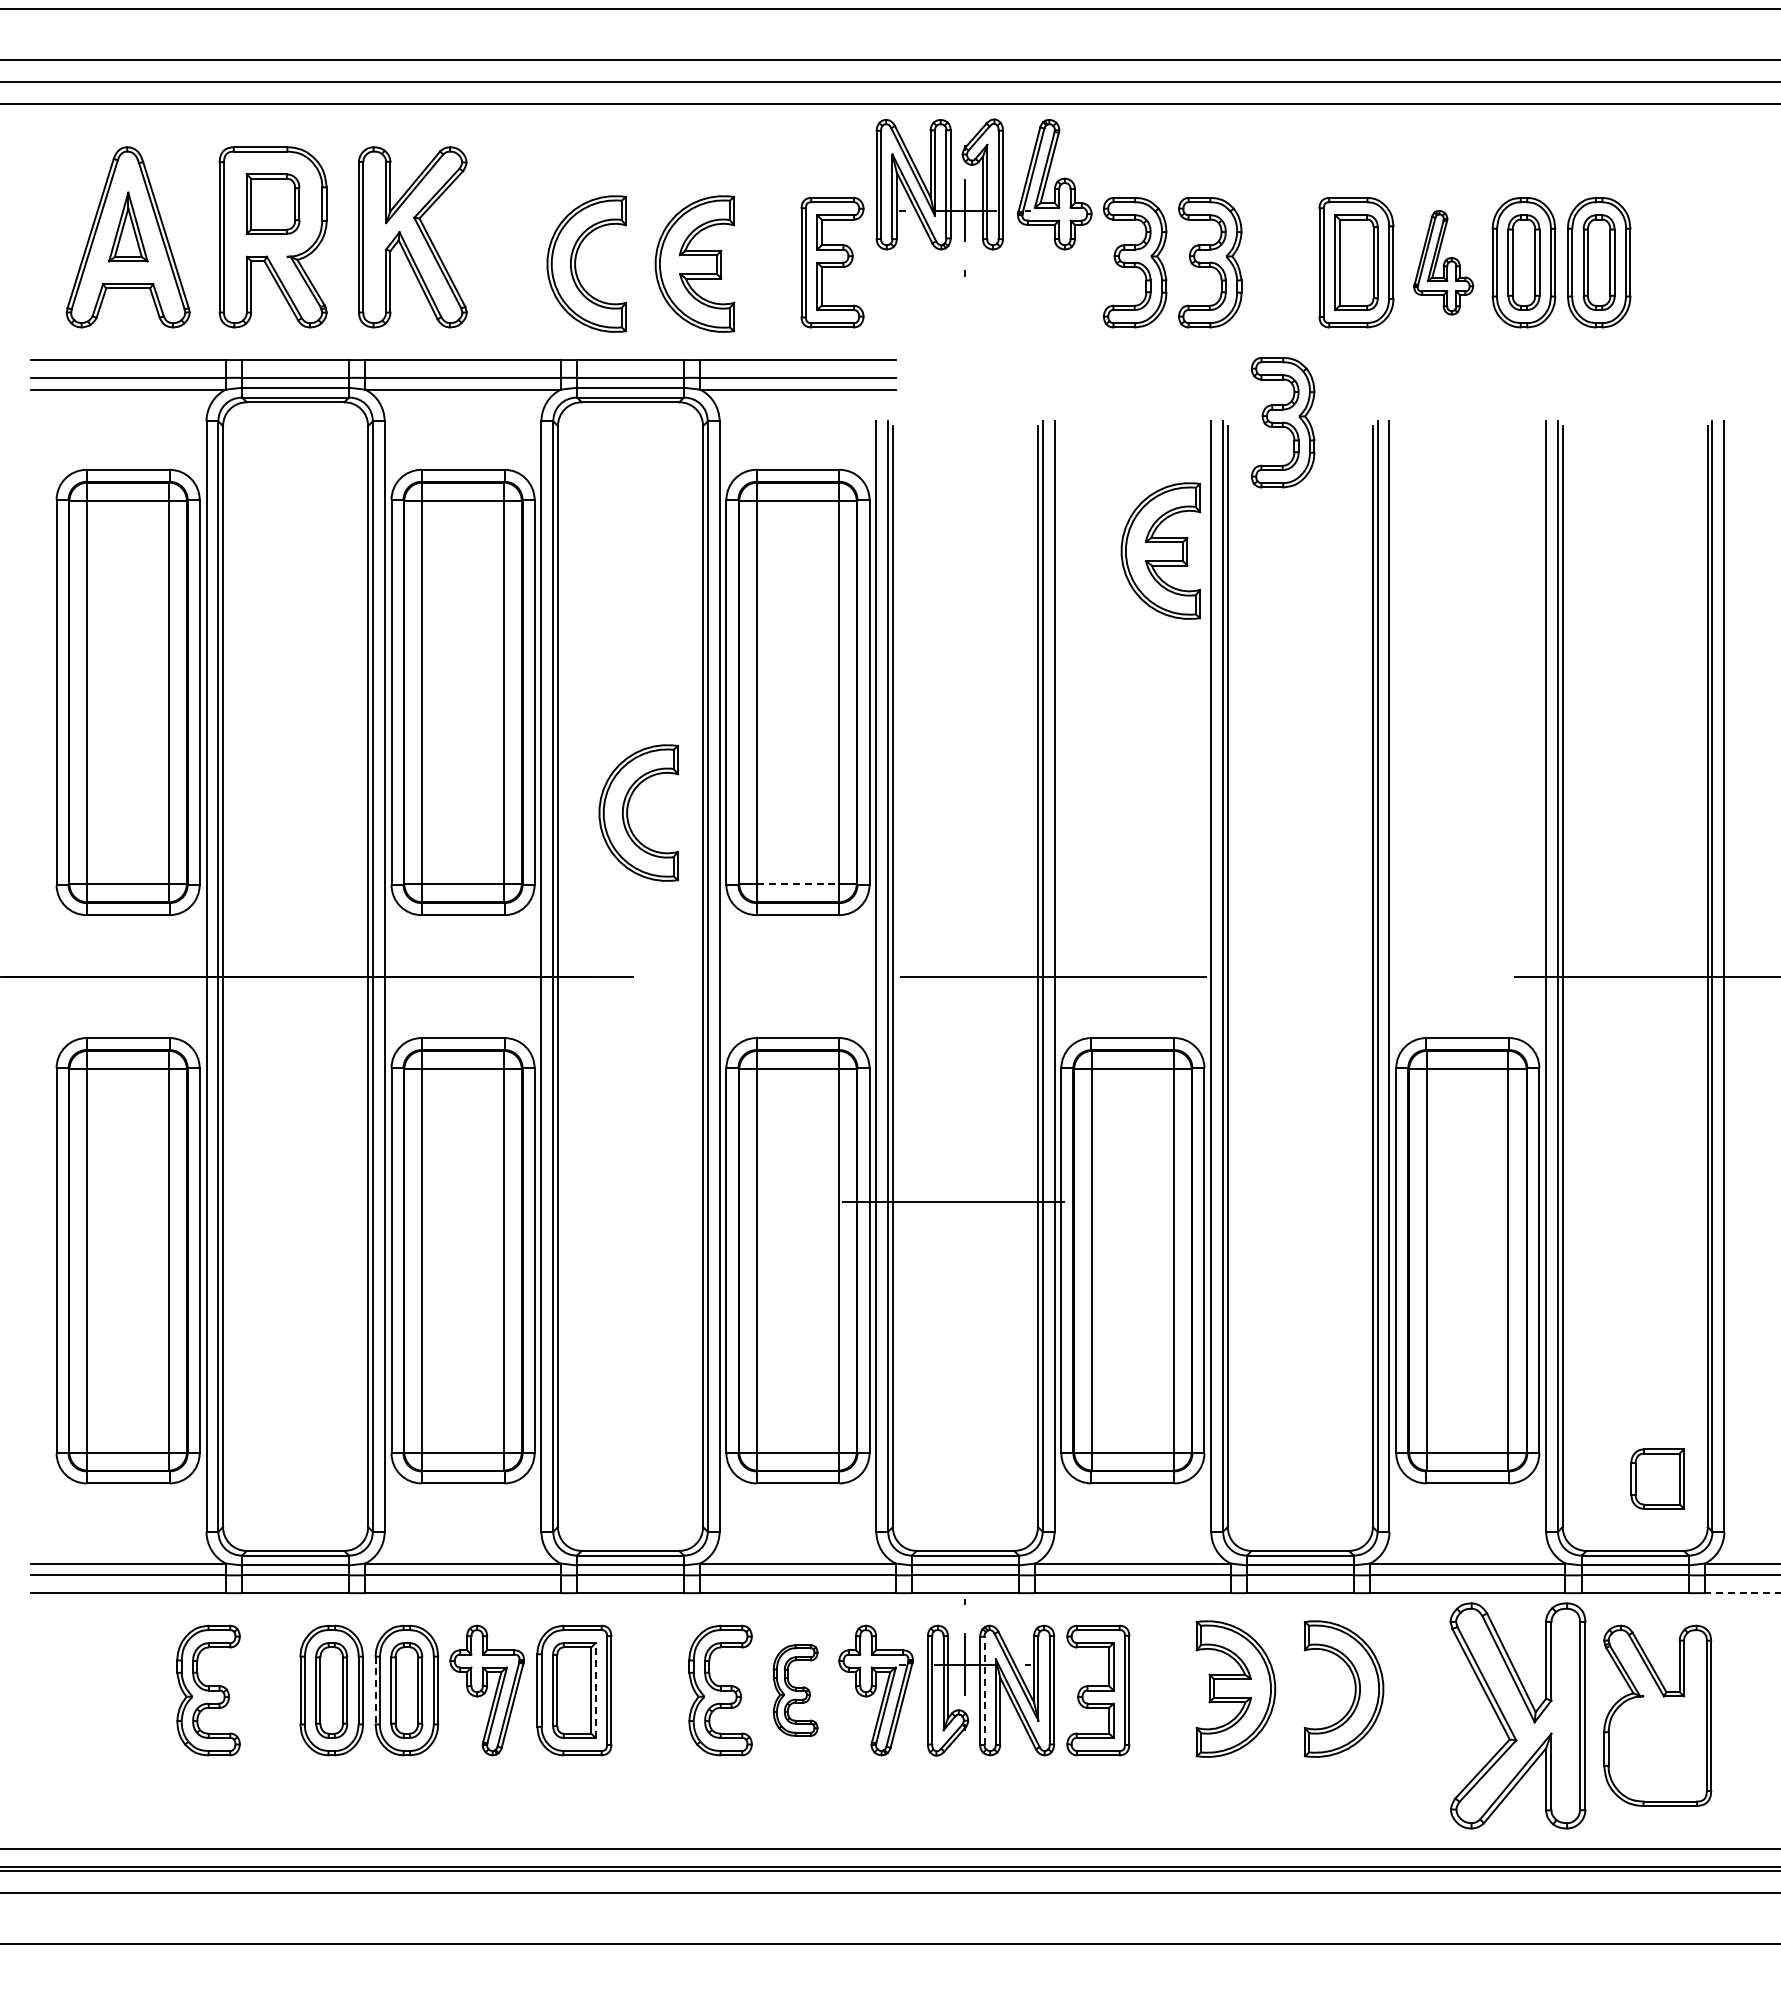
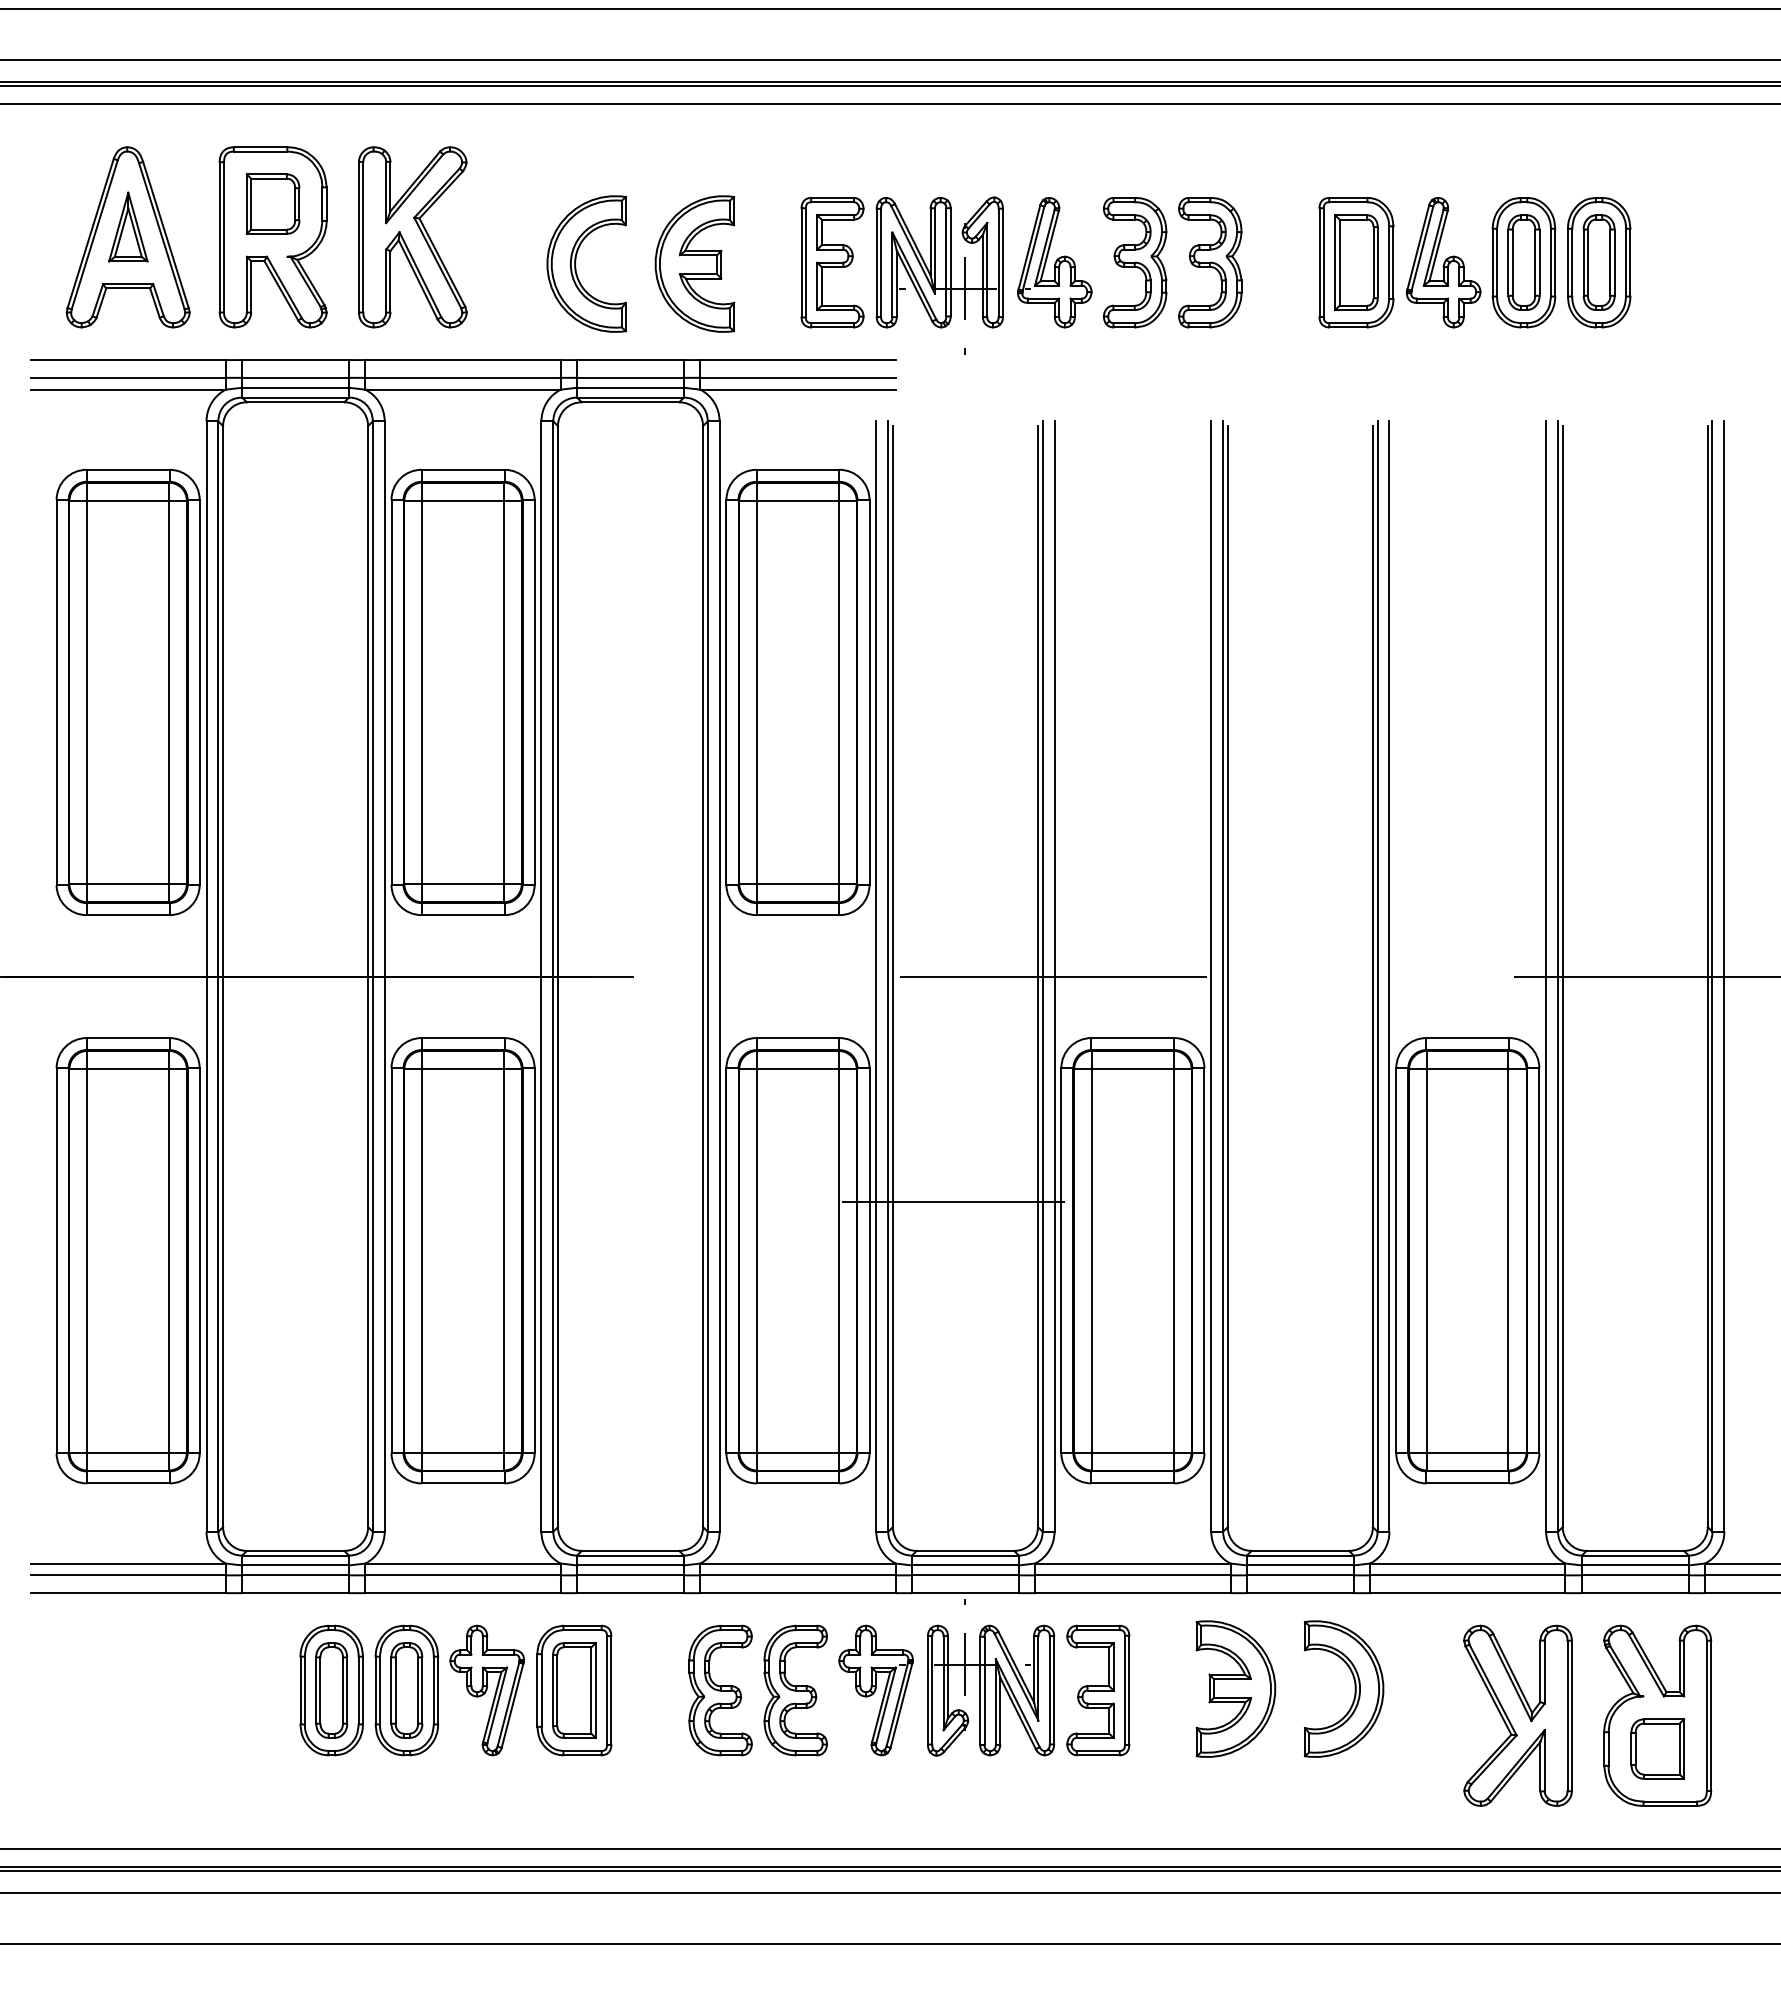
line at (889, 85): none -> present
part at (983, 197) position: (983, 197) -> (983, 275)
part at (1443, 262) size: 62x106 px -> 76x132 px
part at (1283, 422): present -> none
part at (1160, 550): present -> none
part at (628, 809): present -> none
line at (797, 884): dashed -> solid
part at (1657, 1478) position: (1657, 1478) -> (1657, 1748)
line at (1742, 1593): dashed -> solid
part at (208, 1690): present -> none
line at (375, 1690): dashed -> solid
line at (595, 1690): dashed -> solid
part at (795, 1690) size: 47x93 px -> 65x133 px
line at (984, 1690): dashed -> solid
part at (1517, 1715) size: 138x228 px -> 110x183 px
